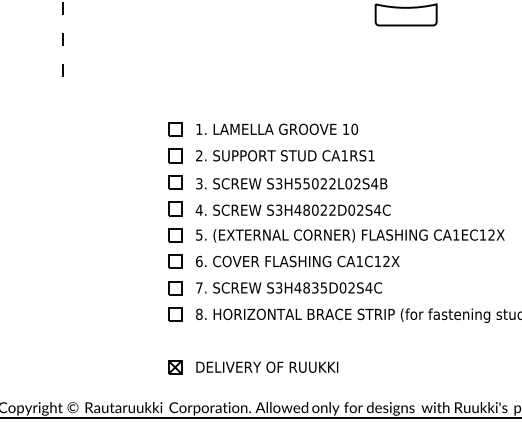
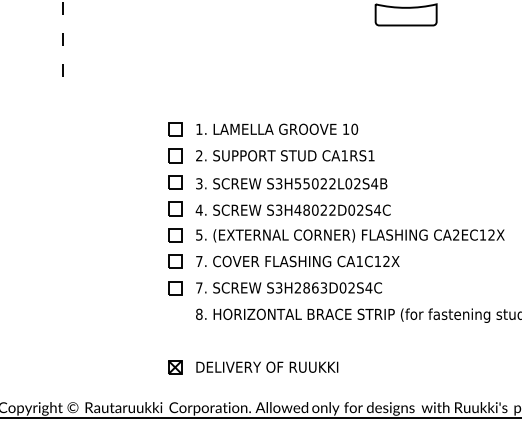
text at (456, 234): CA1EC12X -> CA2EC12X
text at (199, 261): 6. -> 7.
text at (310, 287): S3H4835D02S4C -> S3H2863D02S4C
part at (175, 314): present -> none
